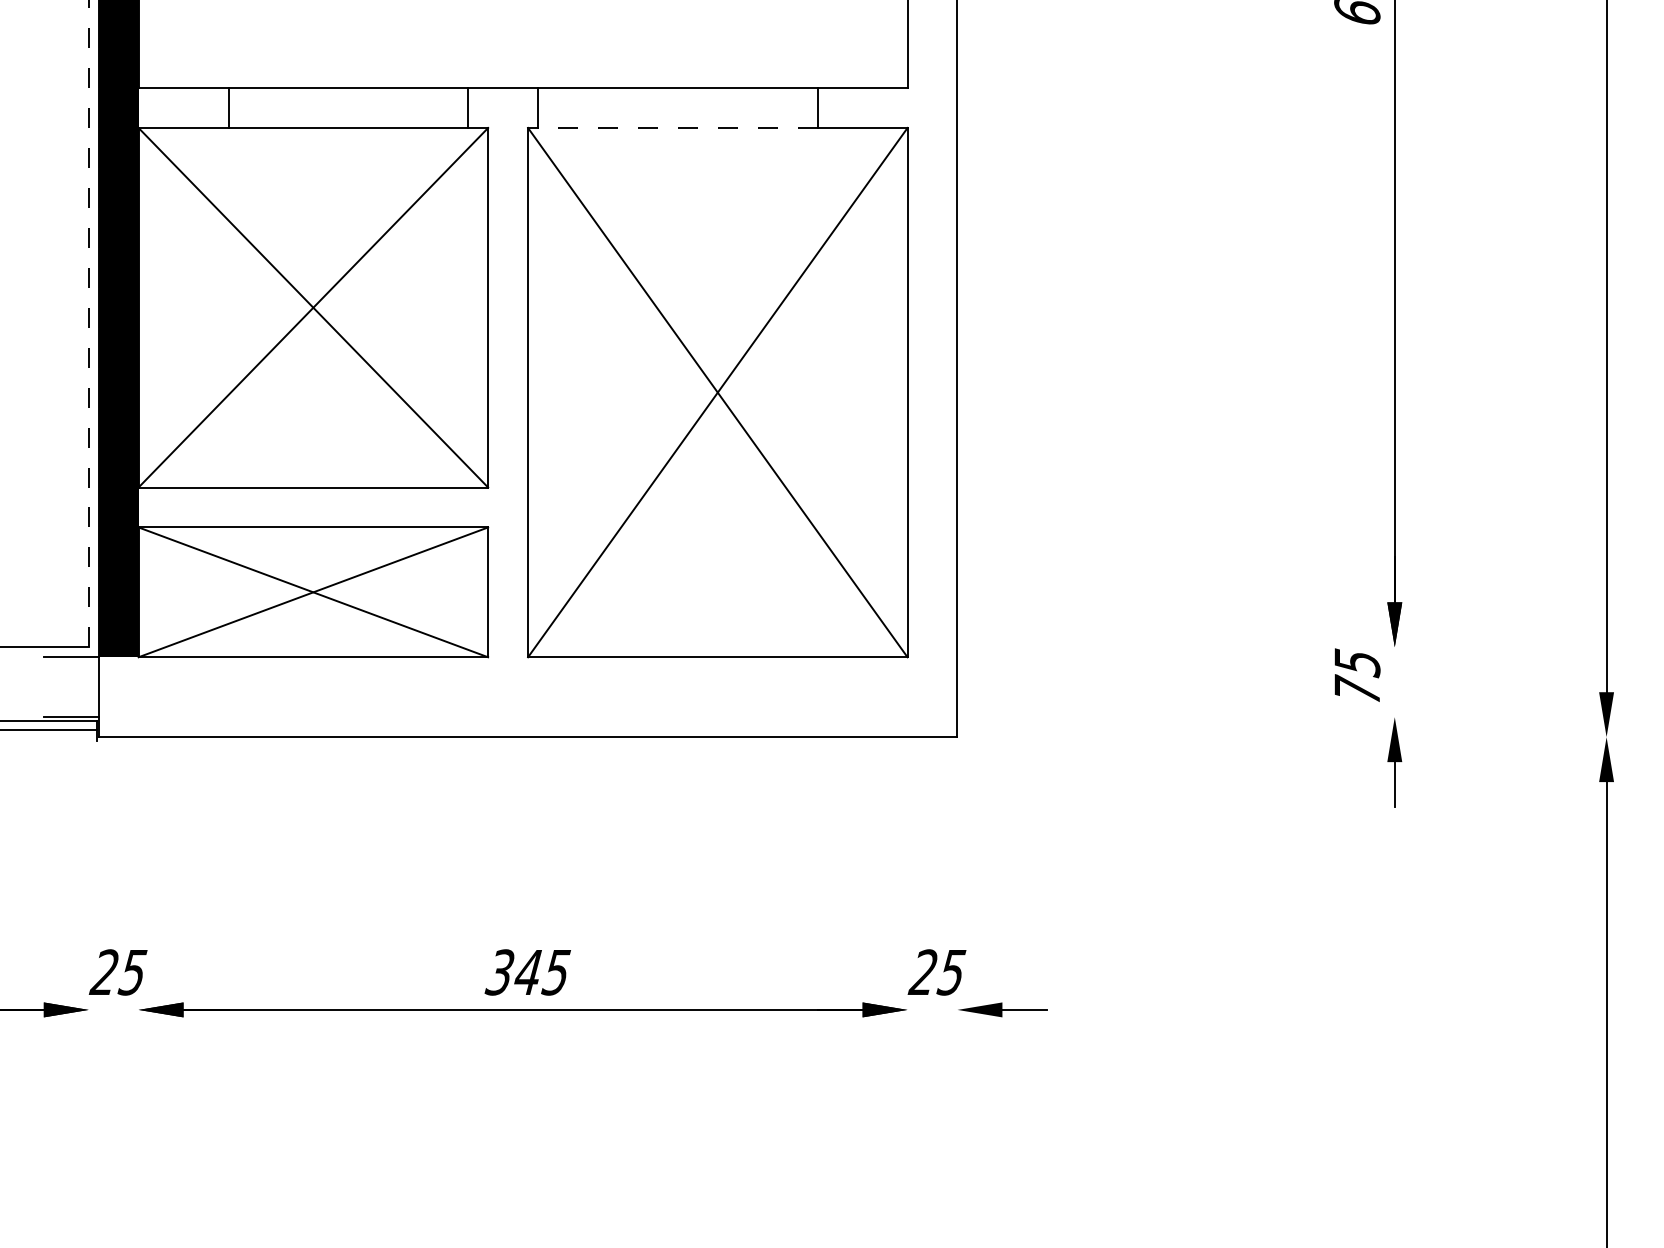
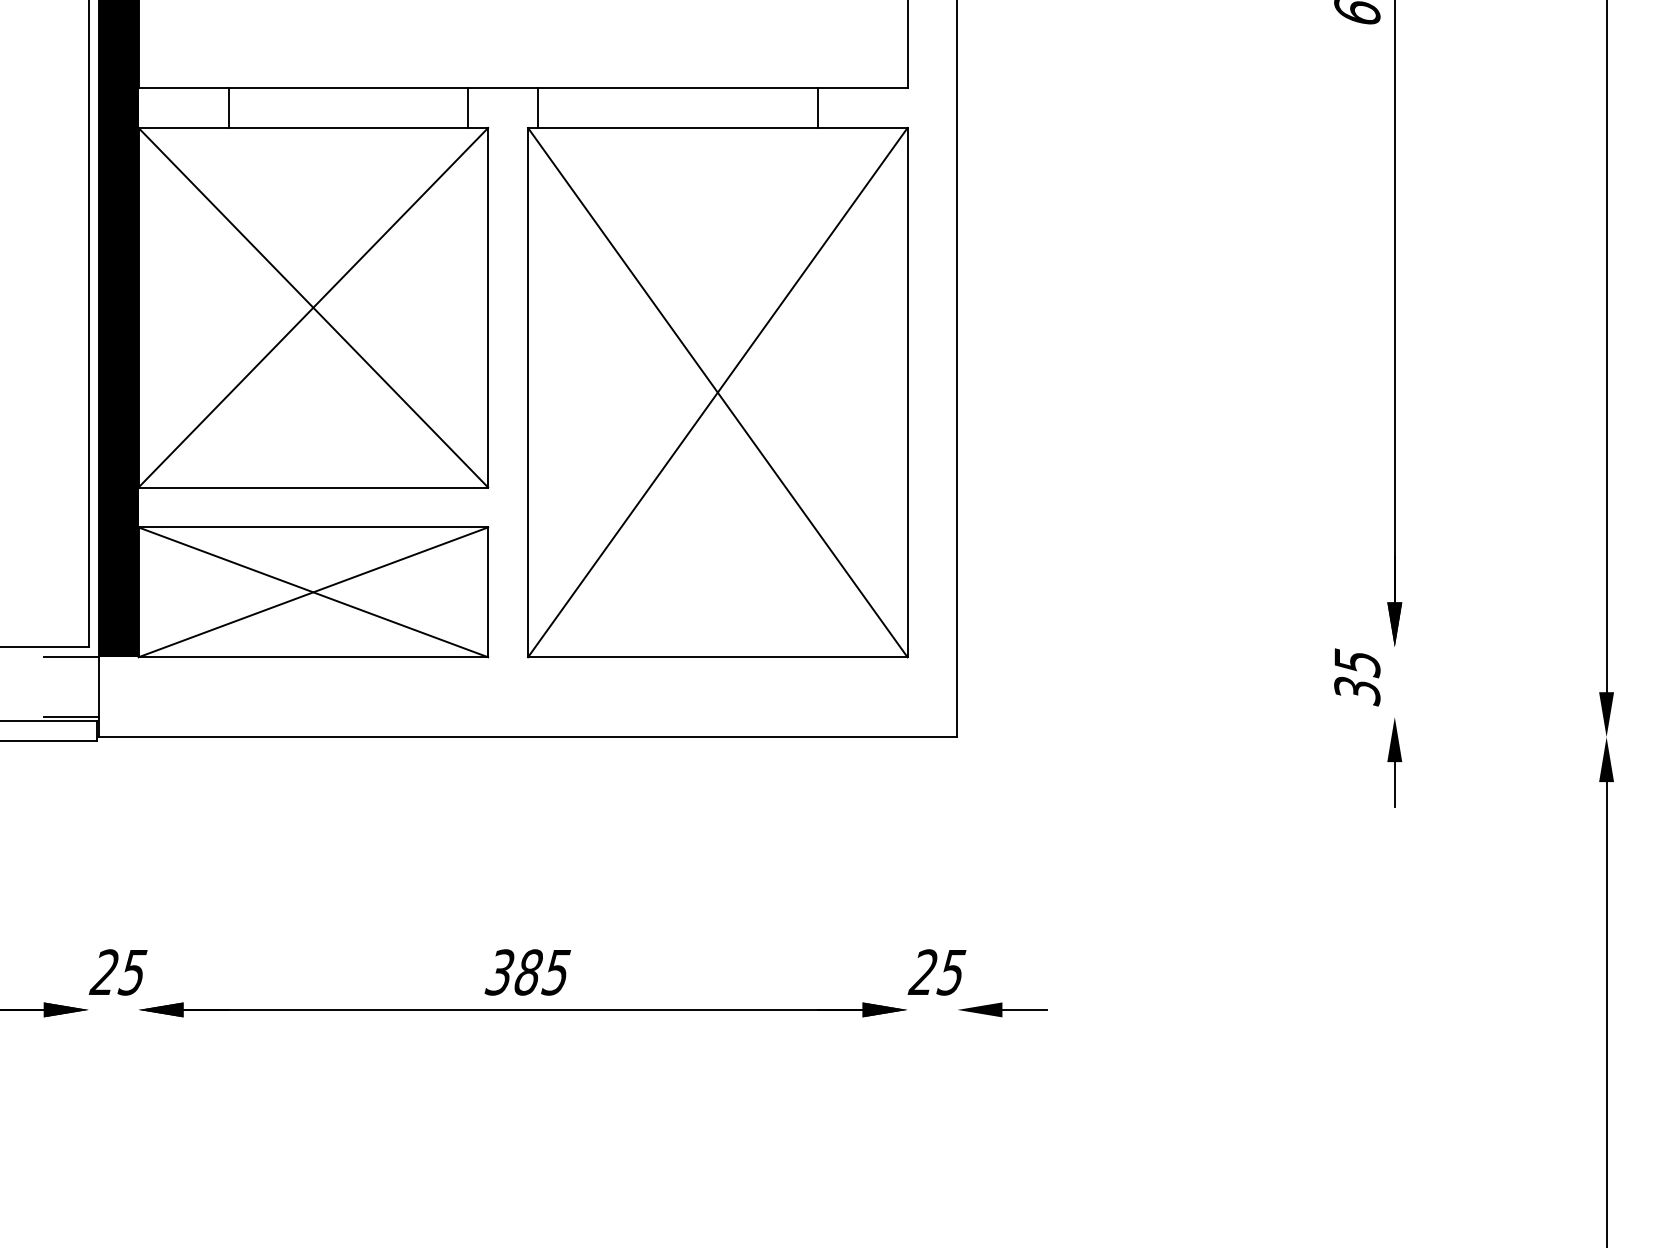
line at (677, 128): dashed -> solid
line at (88, 323): dashed -> solid
text at (1357, 690): 75 -> 35
line at (49, 730) position: (49, 730) -> (49, 741)
text at (528, 972): 345 -> 385
